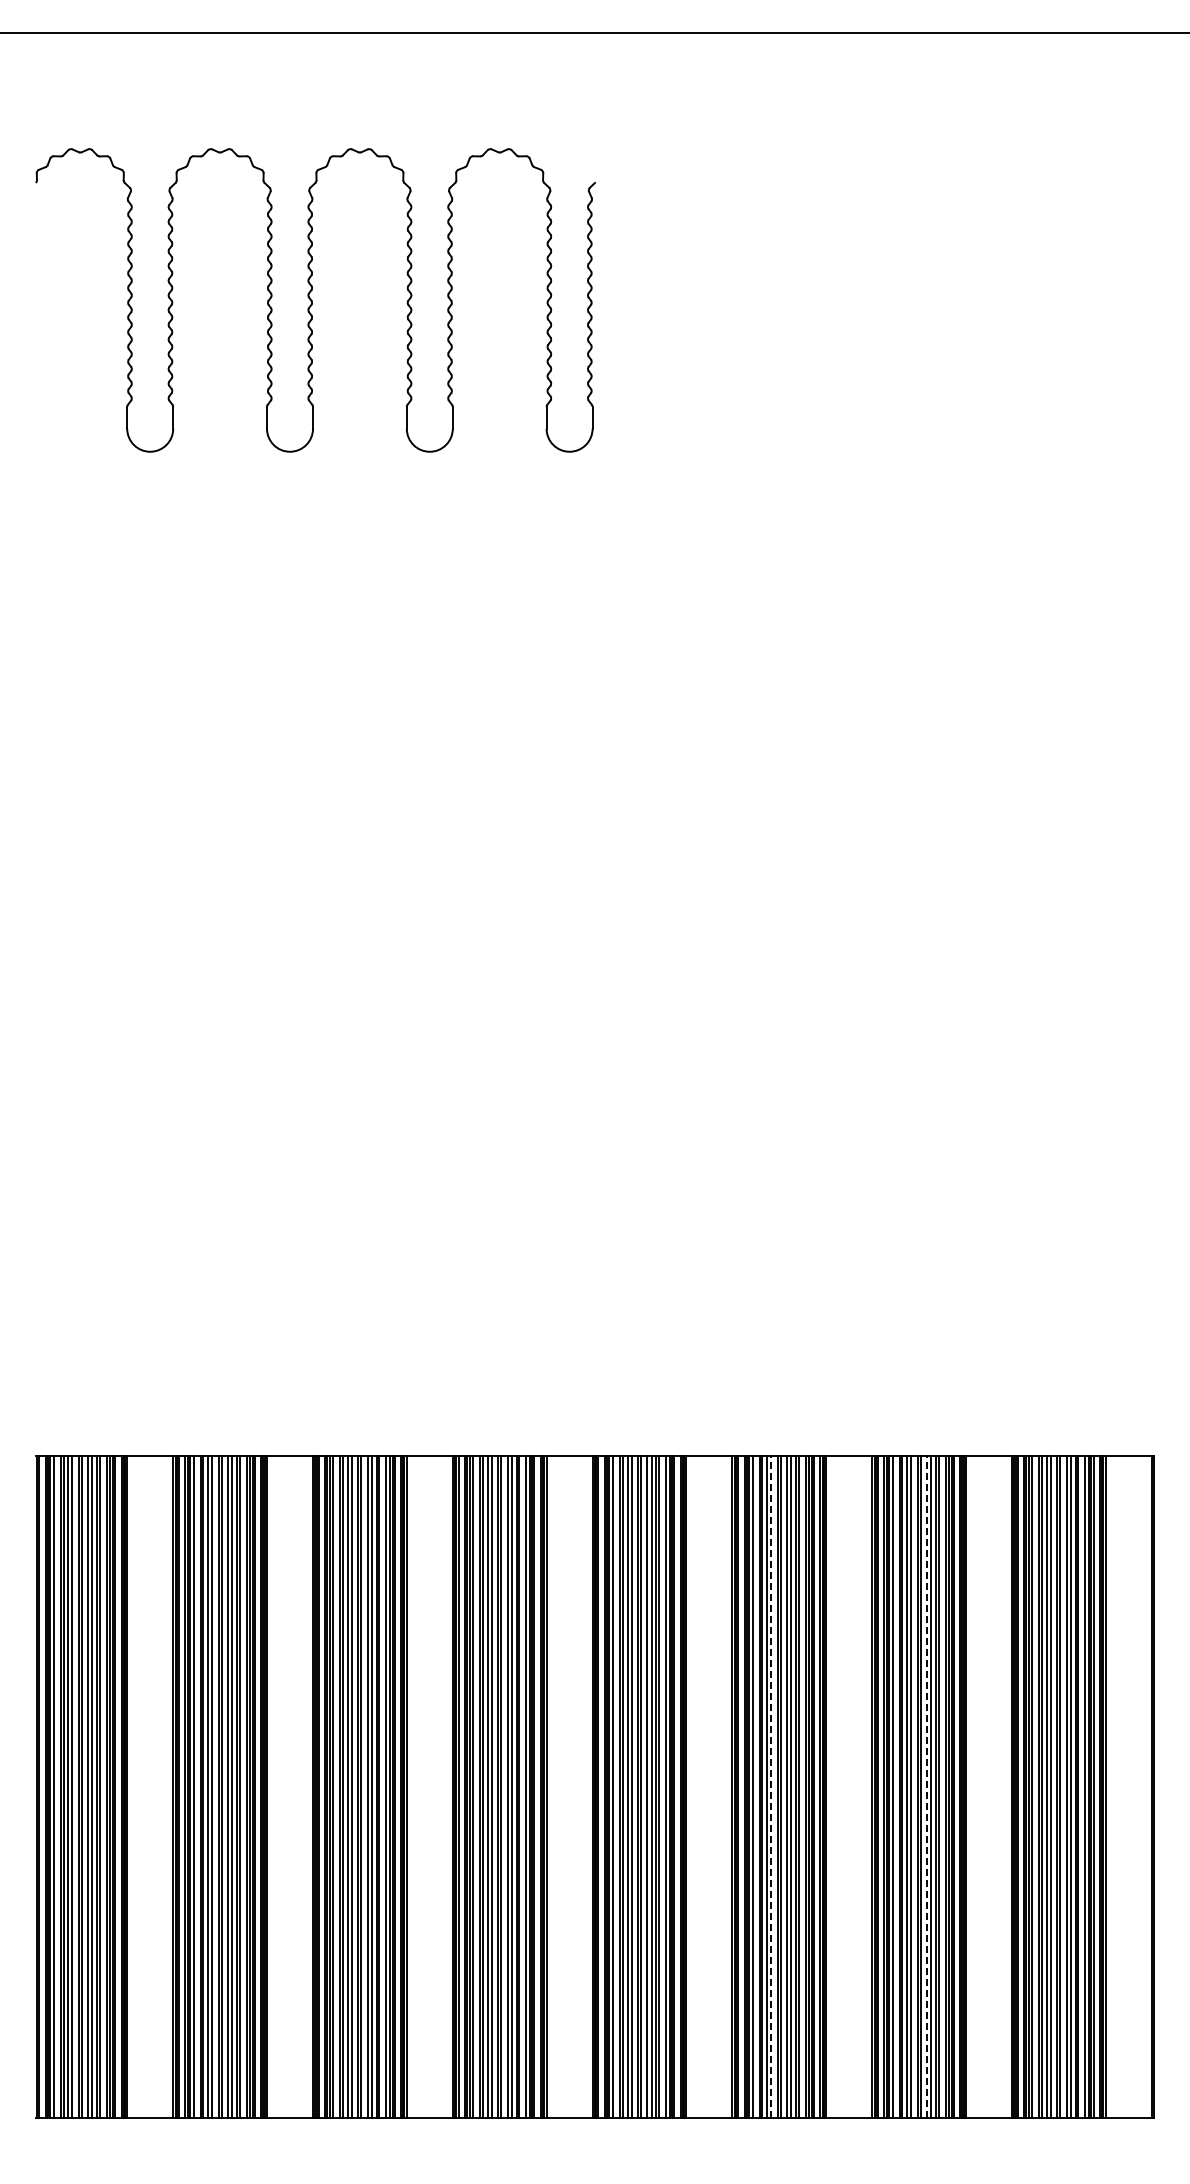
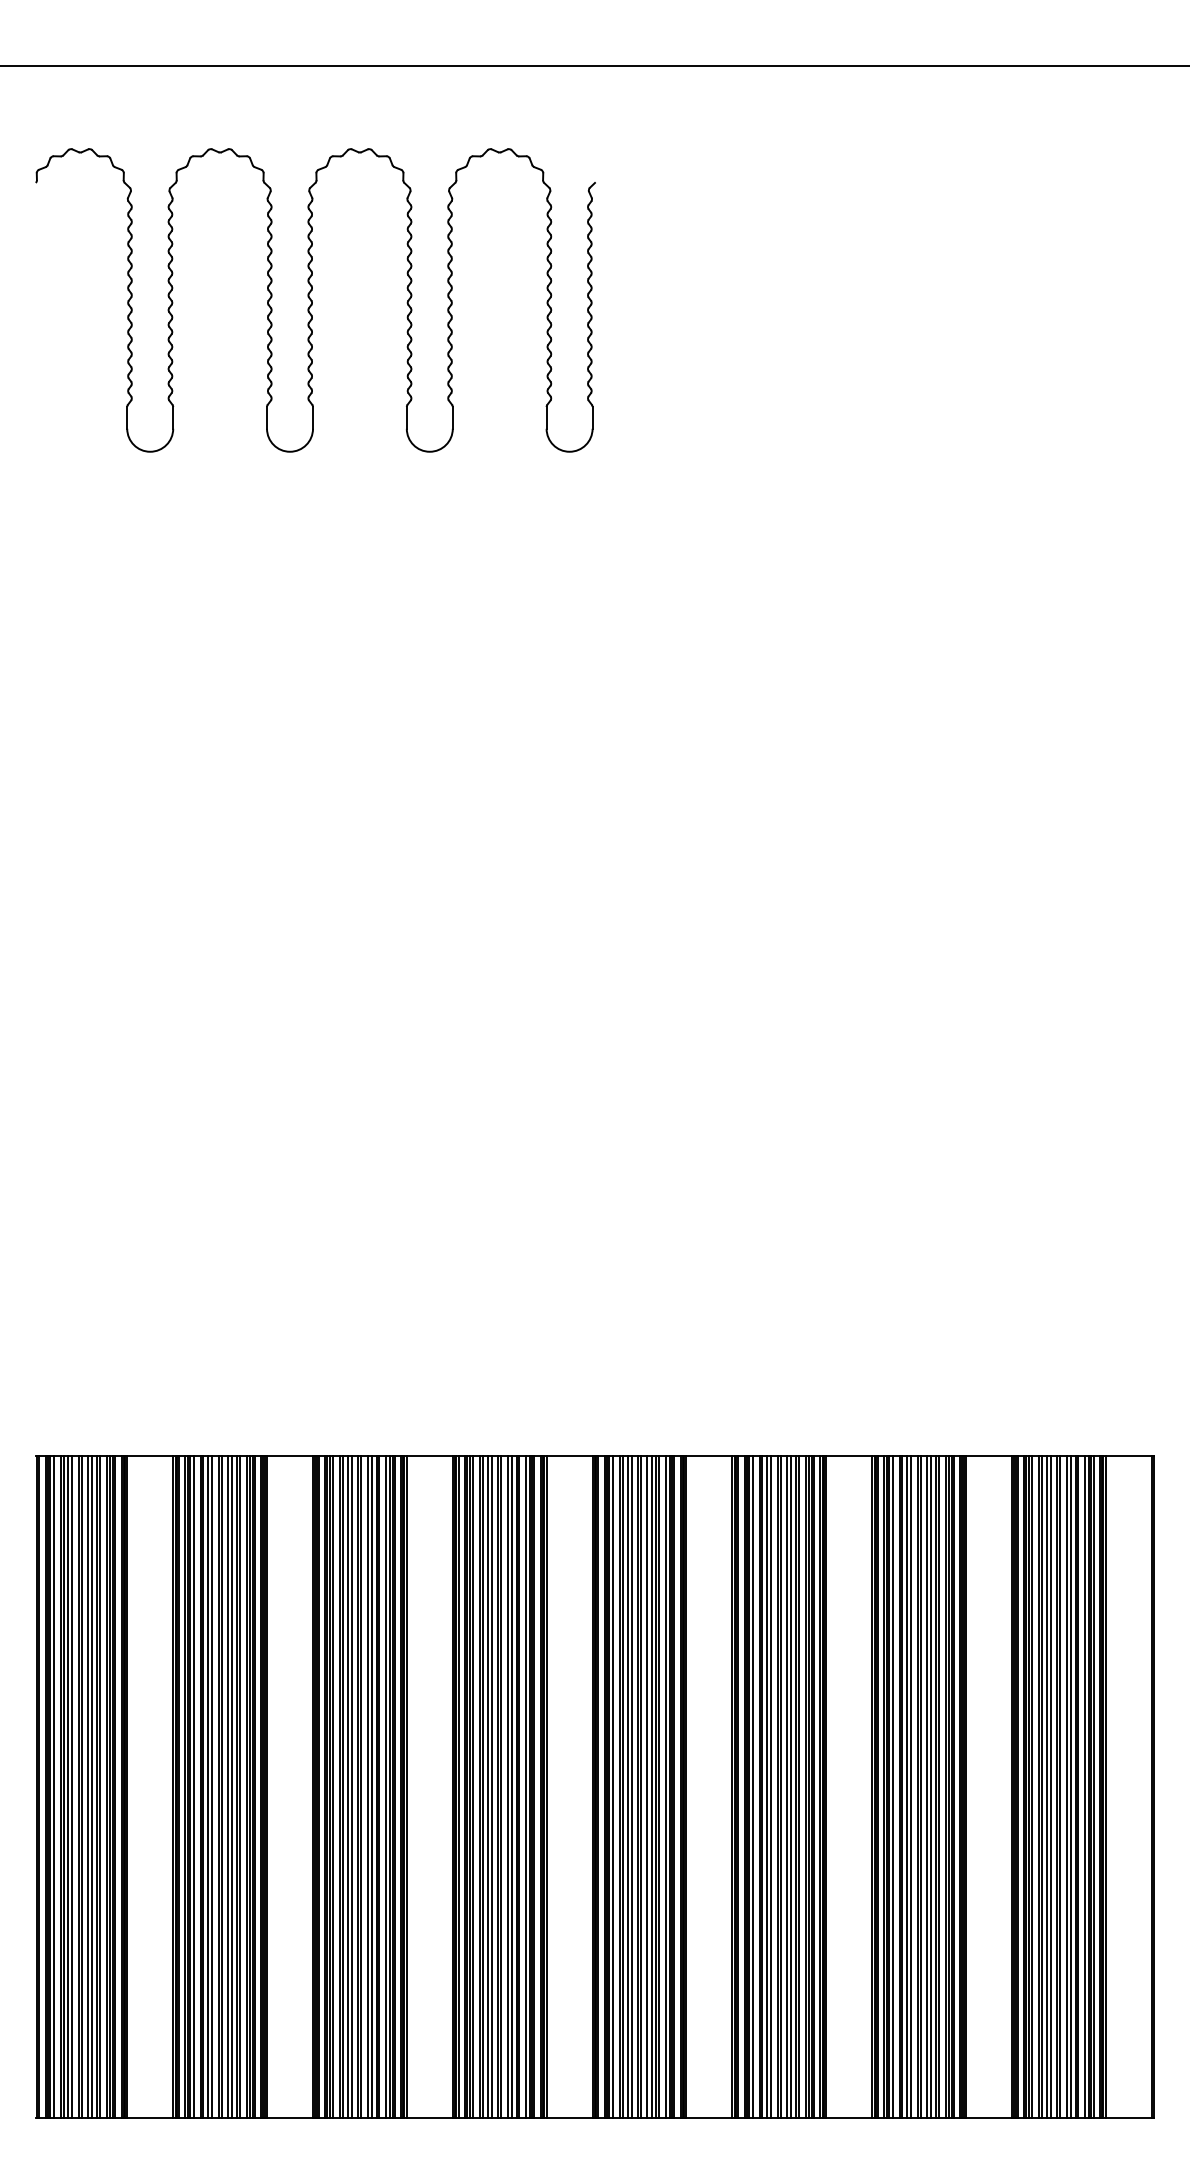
line at (594, 32) position: (594, 32) -> (594, 65)
line at (771, 1786): dashed -> solid
line at (926, 1786): dashed -> solid
